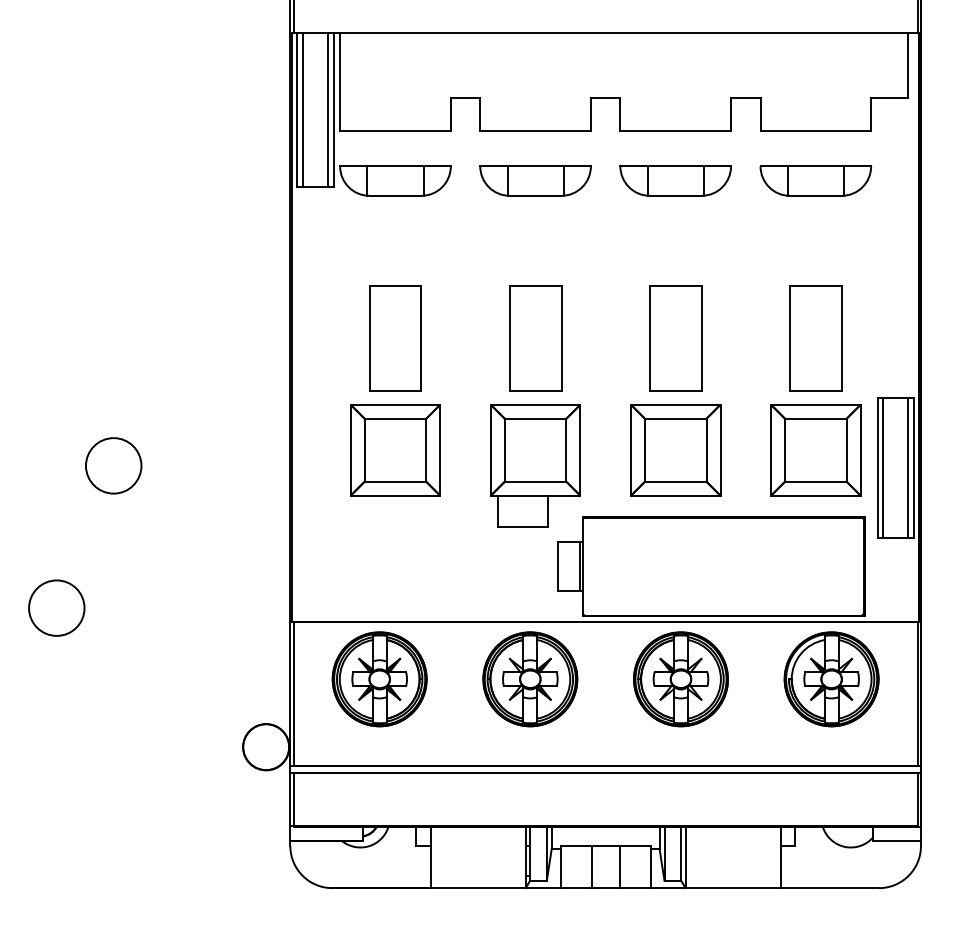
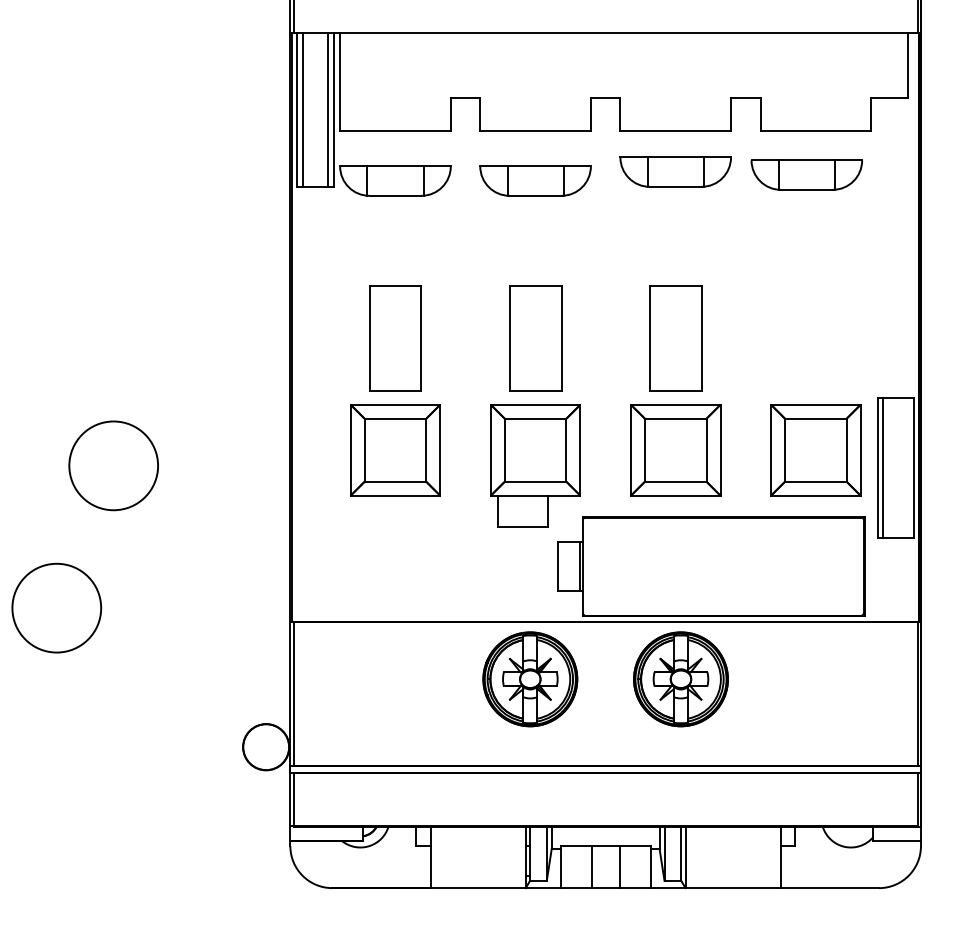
part at (675, 180) position: (675, 180) -> (675, 171)
part at (815, 180) position: (815, 180) -> (806, 174)
part at (815, 338): present -> none
circle at (113, 465) diameter: 55 px -> 89 px
line at (908, 467): present -> none
circle at (56, 607) diameter: 55 px -> 89 px
part at (379, 679): present -> none
part at (831, 679): present -> none
